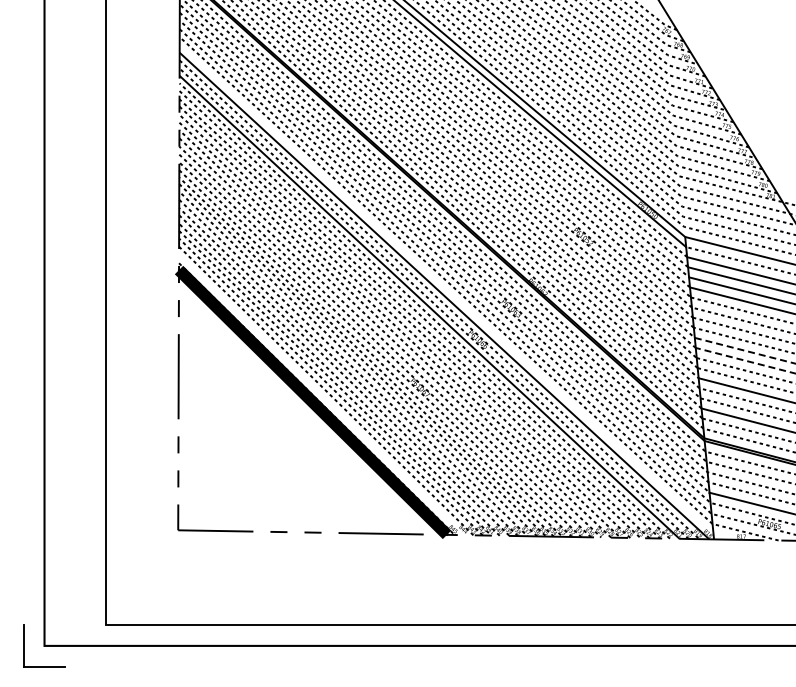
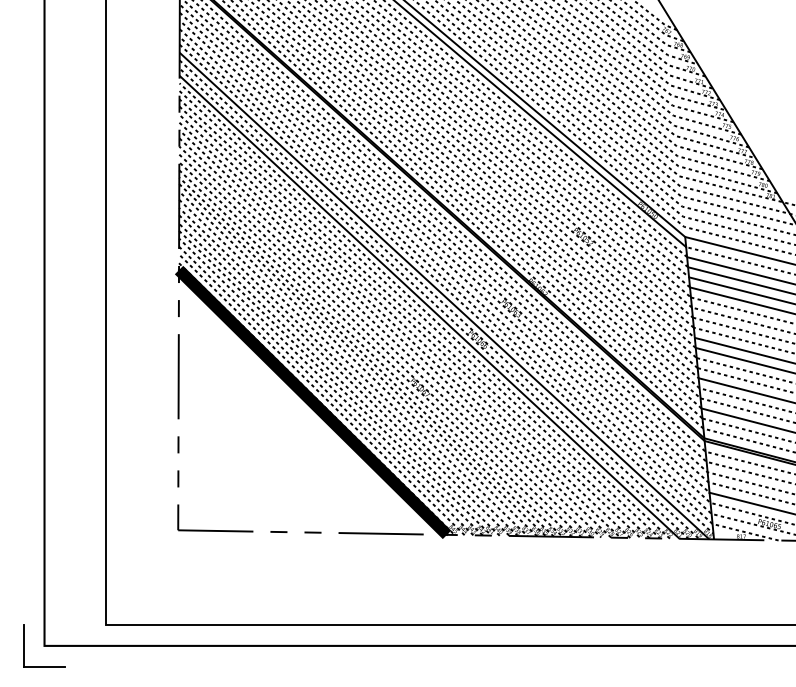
line at (446, 288): none -> present
line at (745, 350): dashed -> solid
line at (745, 360): dashed -> solid
line at (321, 394): none -> present
